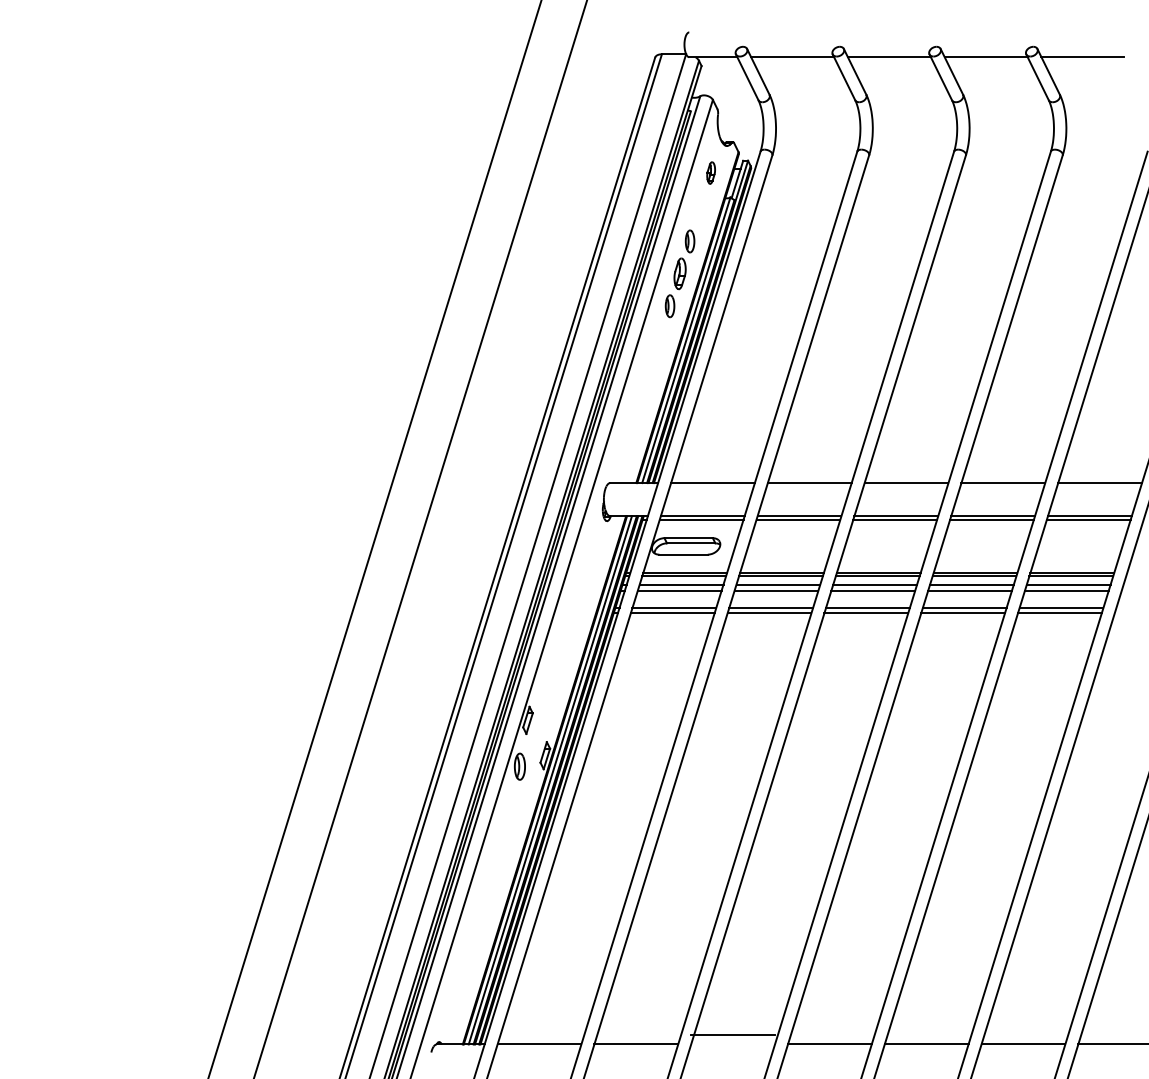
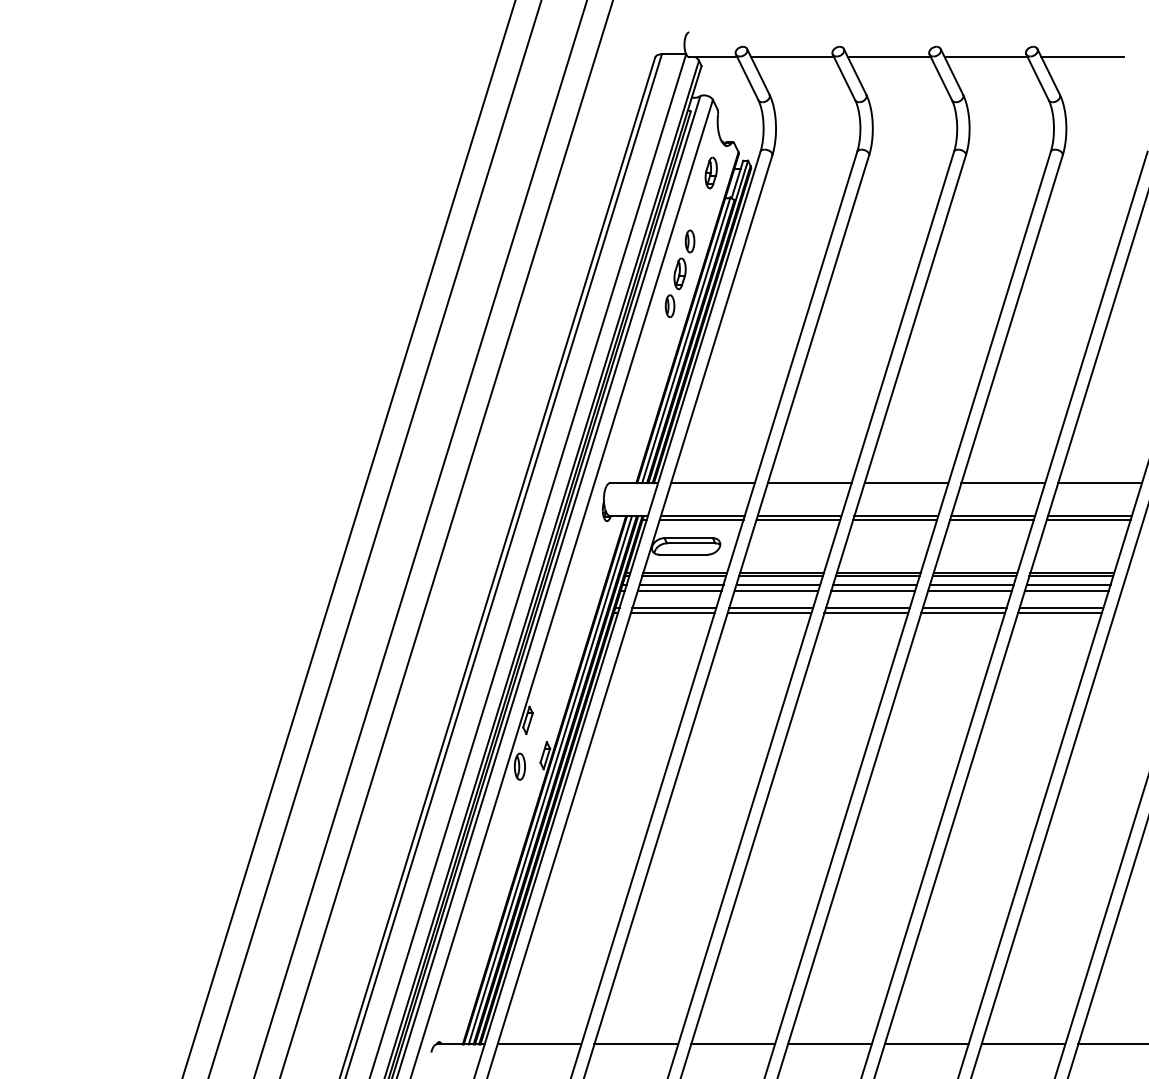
part at (710, 172) size: 10x24 px -> 14x34 px
line at (348, 538): none -> present
line at (446, 538): none -> present
line at (733, 1035) position: (733, 1035) -> (733, 1044)
